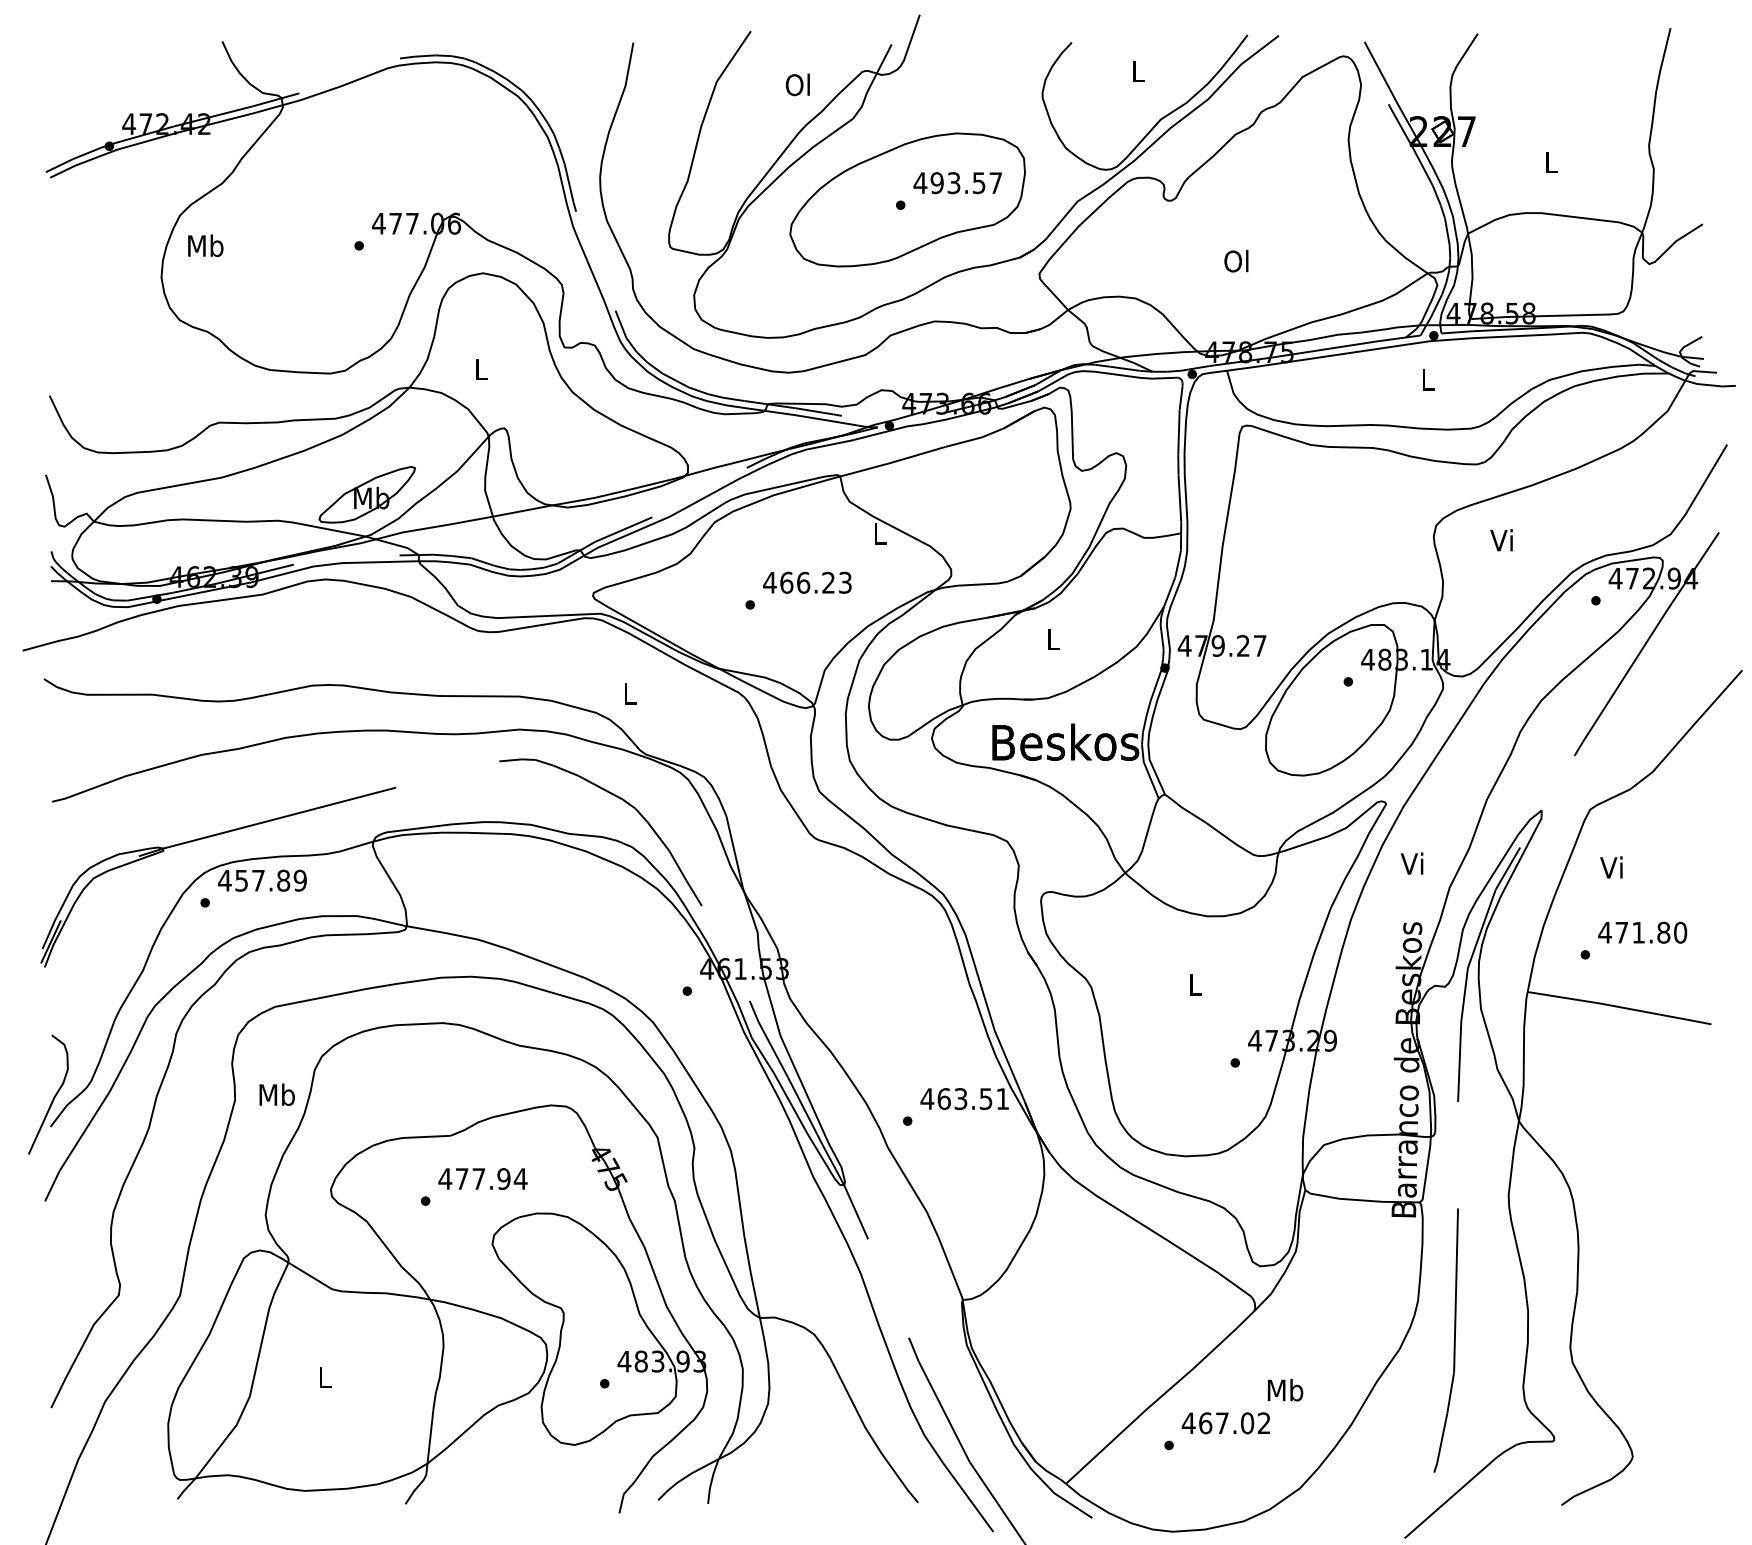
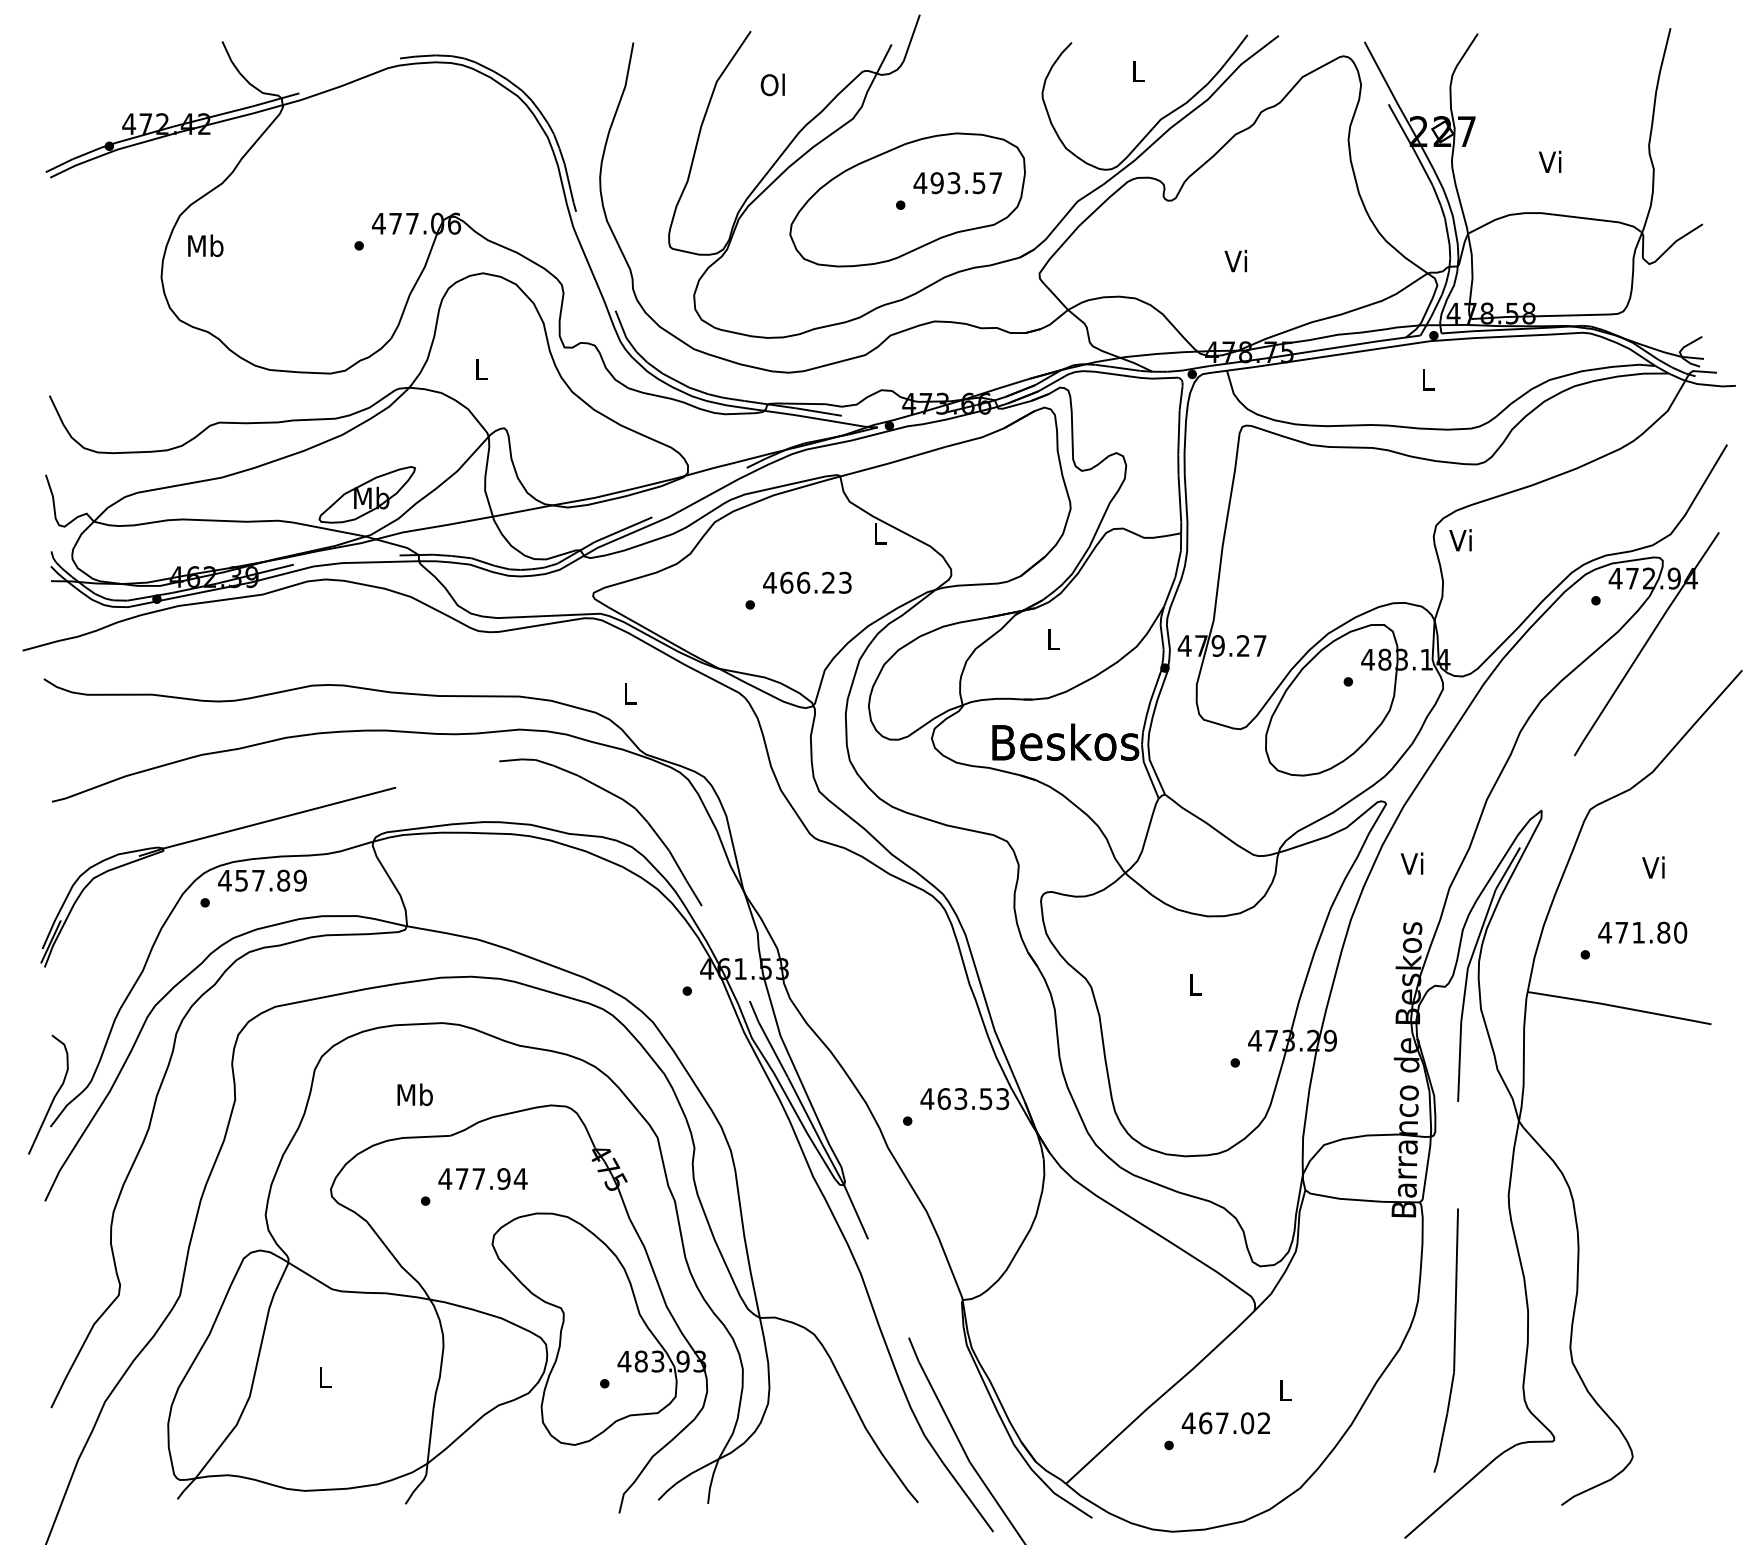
text at (797, 84) position: (797, 84) -> (772, 84)
text at (1549, 161): L -> Vi
text at (1236, 261): Ol -> Vi
text at (1501, 540) position: (1501, 540) -> (1460, 540)
text at (1611, 867) position: (1611, 867) -> (1653, 867)
text at (276, 1094) position: (276, 1094) -> (414, 1094)
text at (1002, 1099): 463.51 -> 463.53
text at (1285, 1390): Mb -> L
